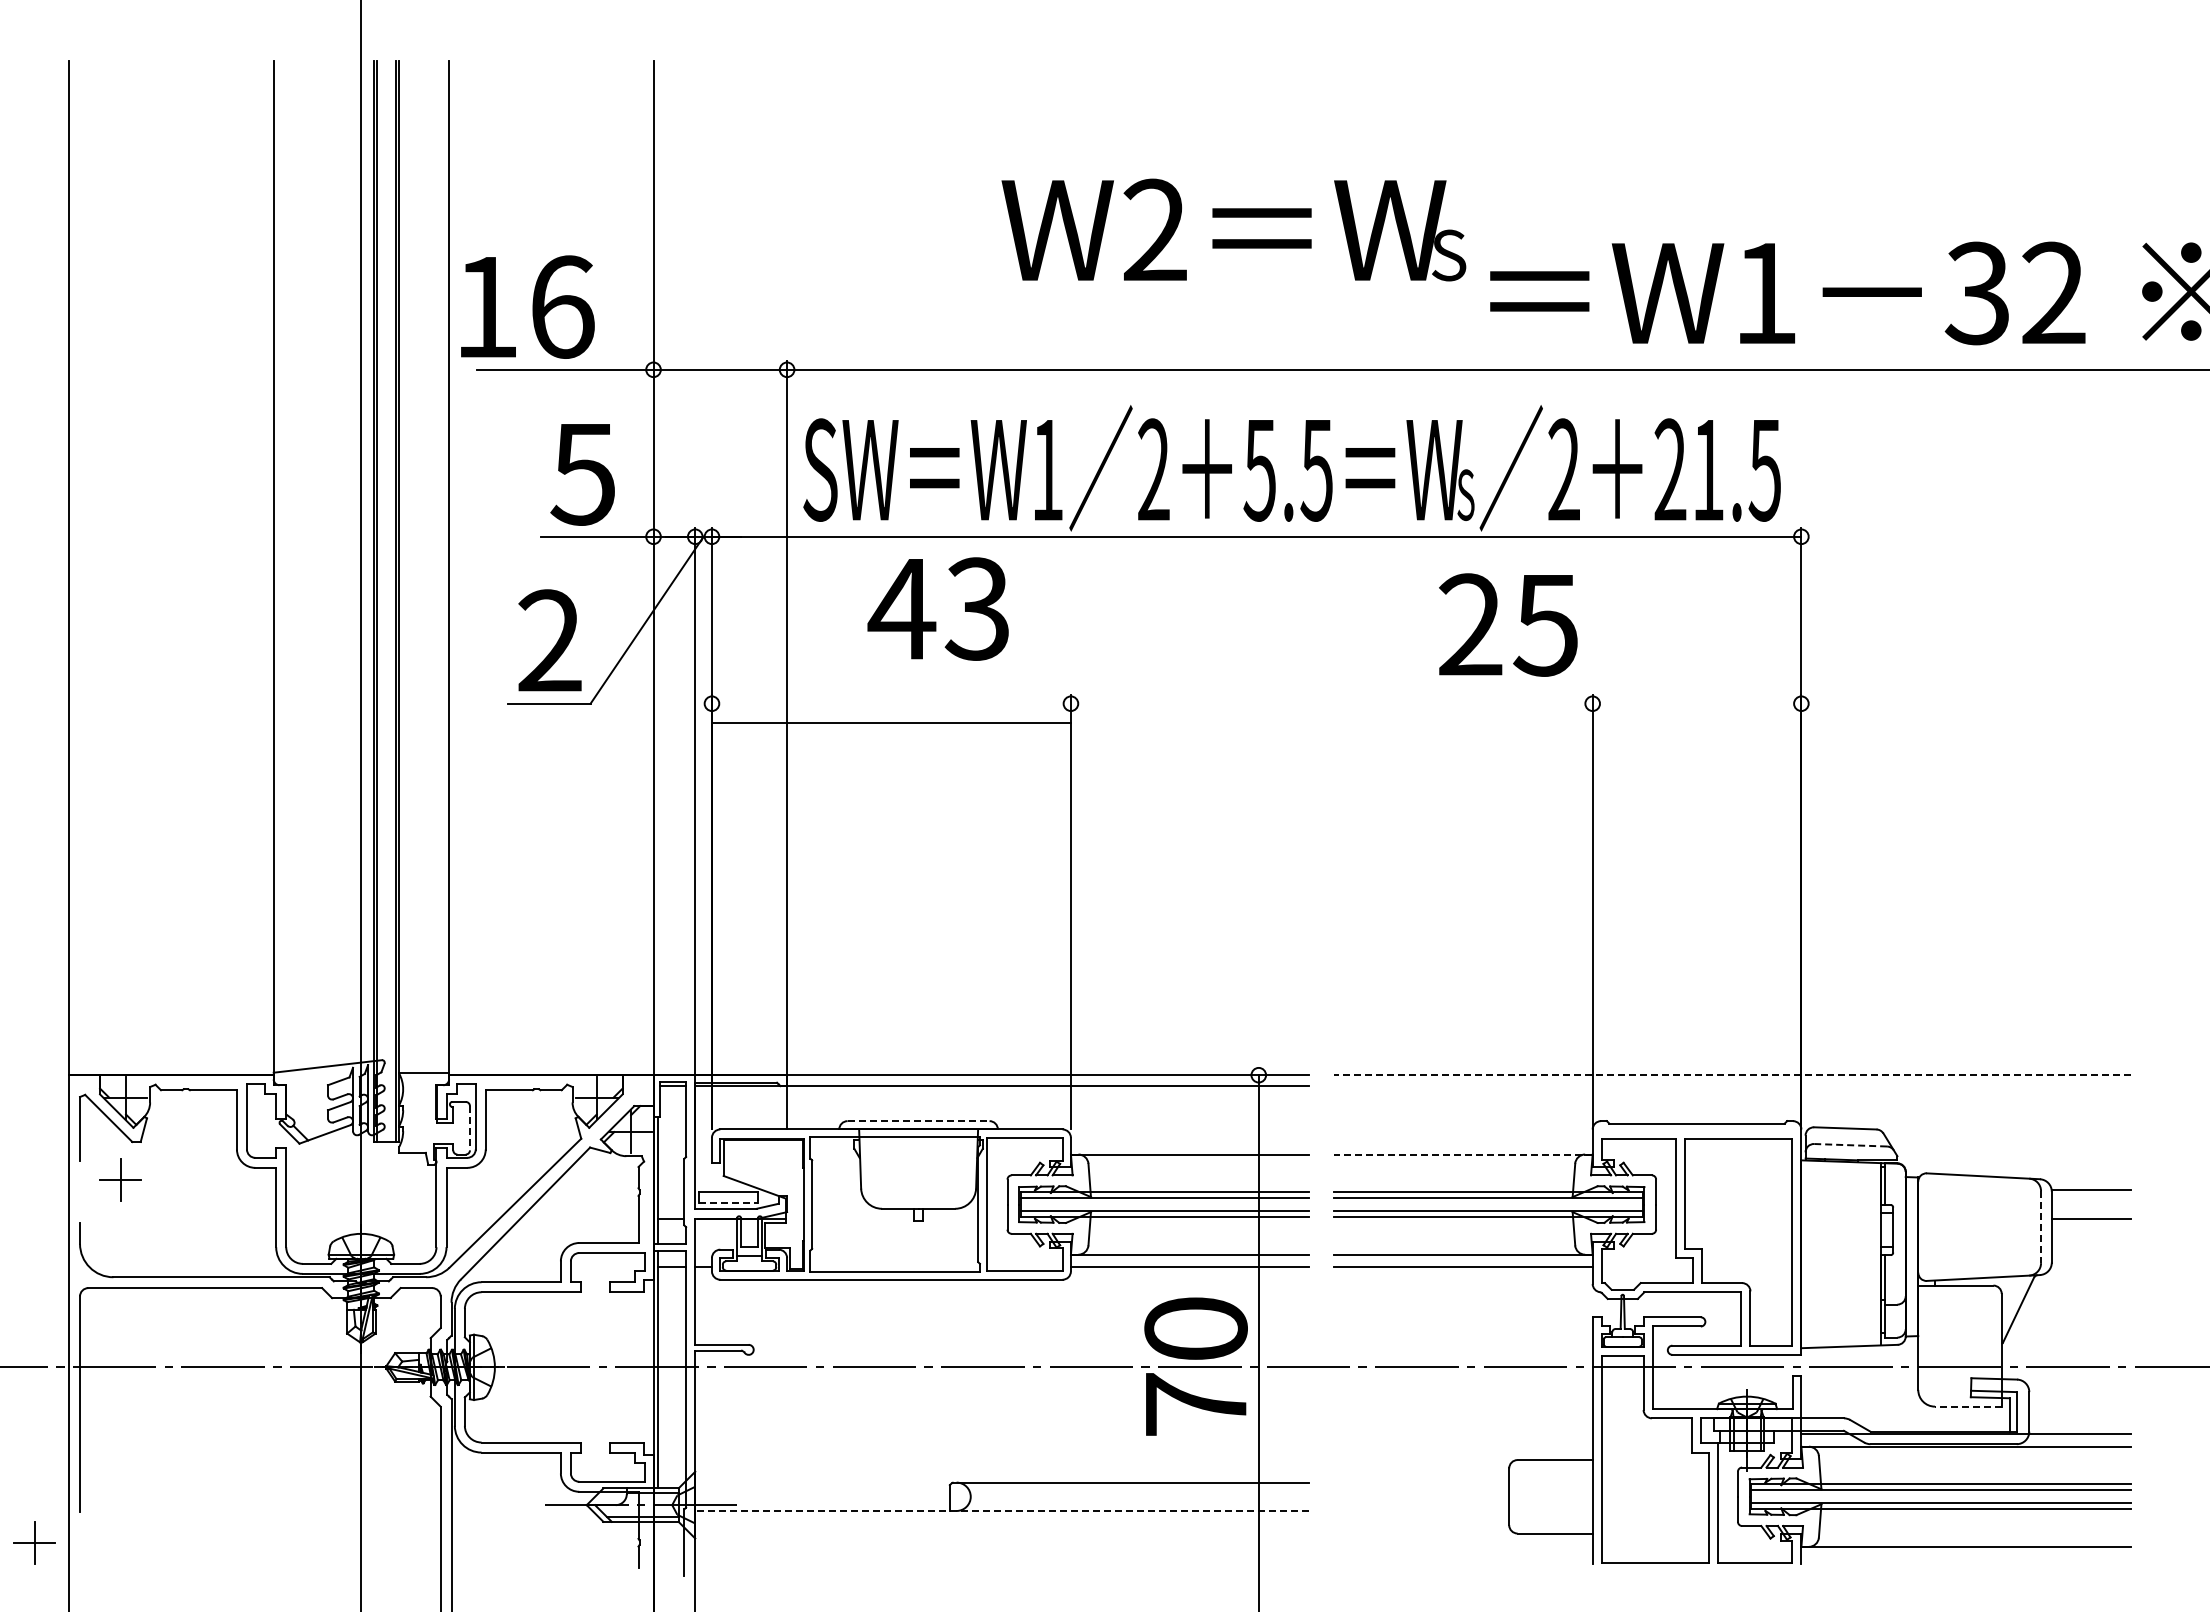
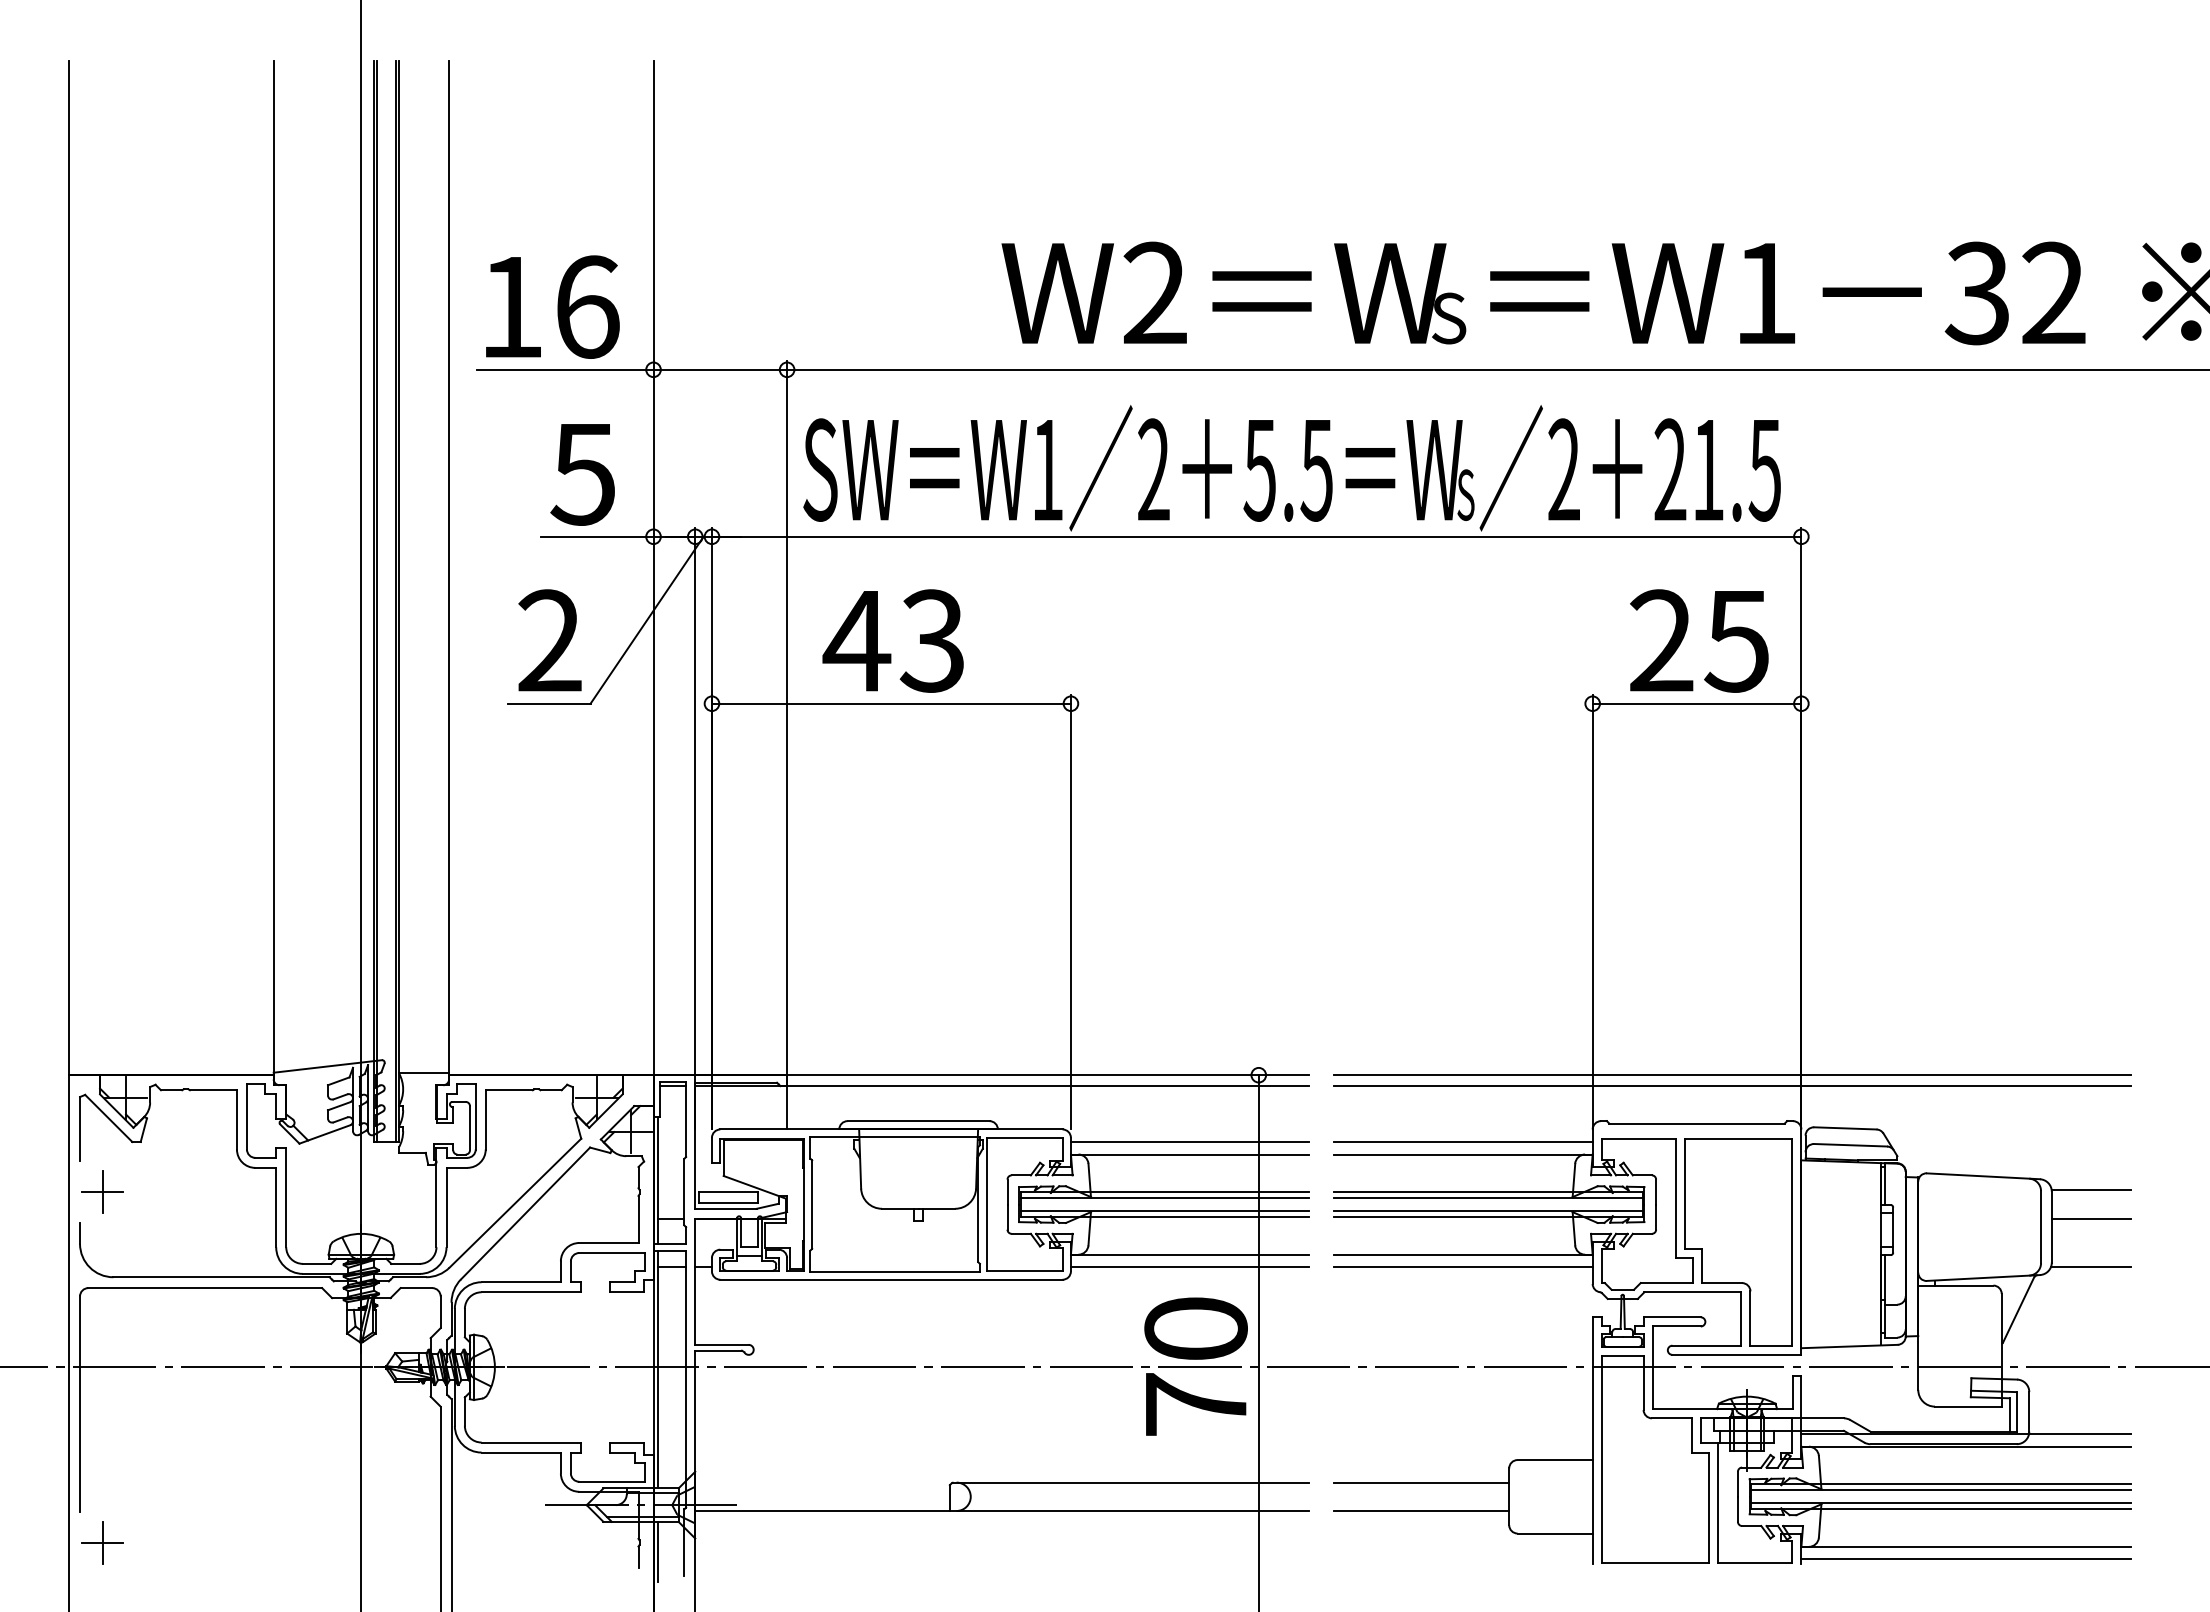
text at (1233, 229) position: (1233, 229) -> (1233, 292)
text at (527, 306) position: (527, 306) -> (552, 306)
text at (937, 608) position: (937, 608) -> (892, 640)
text at (1508, 624) position: (1508, 624) -> (1699, 640)
line at (1696, 703): none -> present
line at (890, 722) position: (890, 722) -> (890, 703)
line at (1732, 1075): dashed -> solid
line at (1732, 1086): none -> present
line at (918, 1121): dashed -> solid
line at (469, 1128): dashed -> solid
line at (1189, 1142): none -> present
line at (1463, 1142): none -> present
line at (1850, 1145): dashed -> solid
line at (1463, 1154): dashed -> solid
part at (120, 1179) position: (120, 1179) -> (102, 1191)
line at (729, 1202): dashed -> solid
line at (2041, 1227): dashed -> solid
line at (2090, 1267): none -> present
line at (1967, 1406): dashed -> solid
line at (1421, 1482): none -> present
line at (1001, 1510): dashed -> solid
line at (1421, 1510): none -> present
part at (34, 1542) position: (34, 1542) -> (102, 1542)
line at (657, 1551): none -> present
line at (1966, 1559): none -> present
